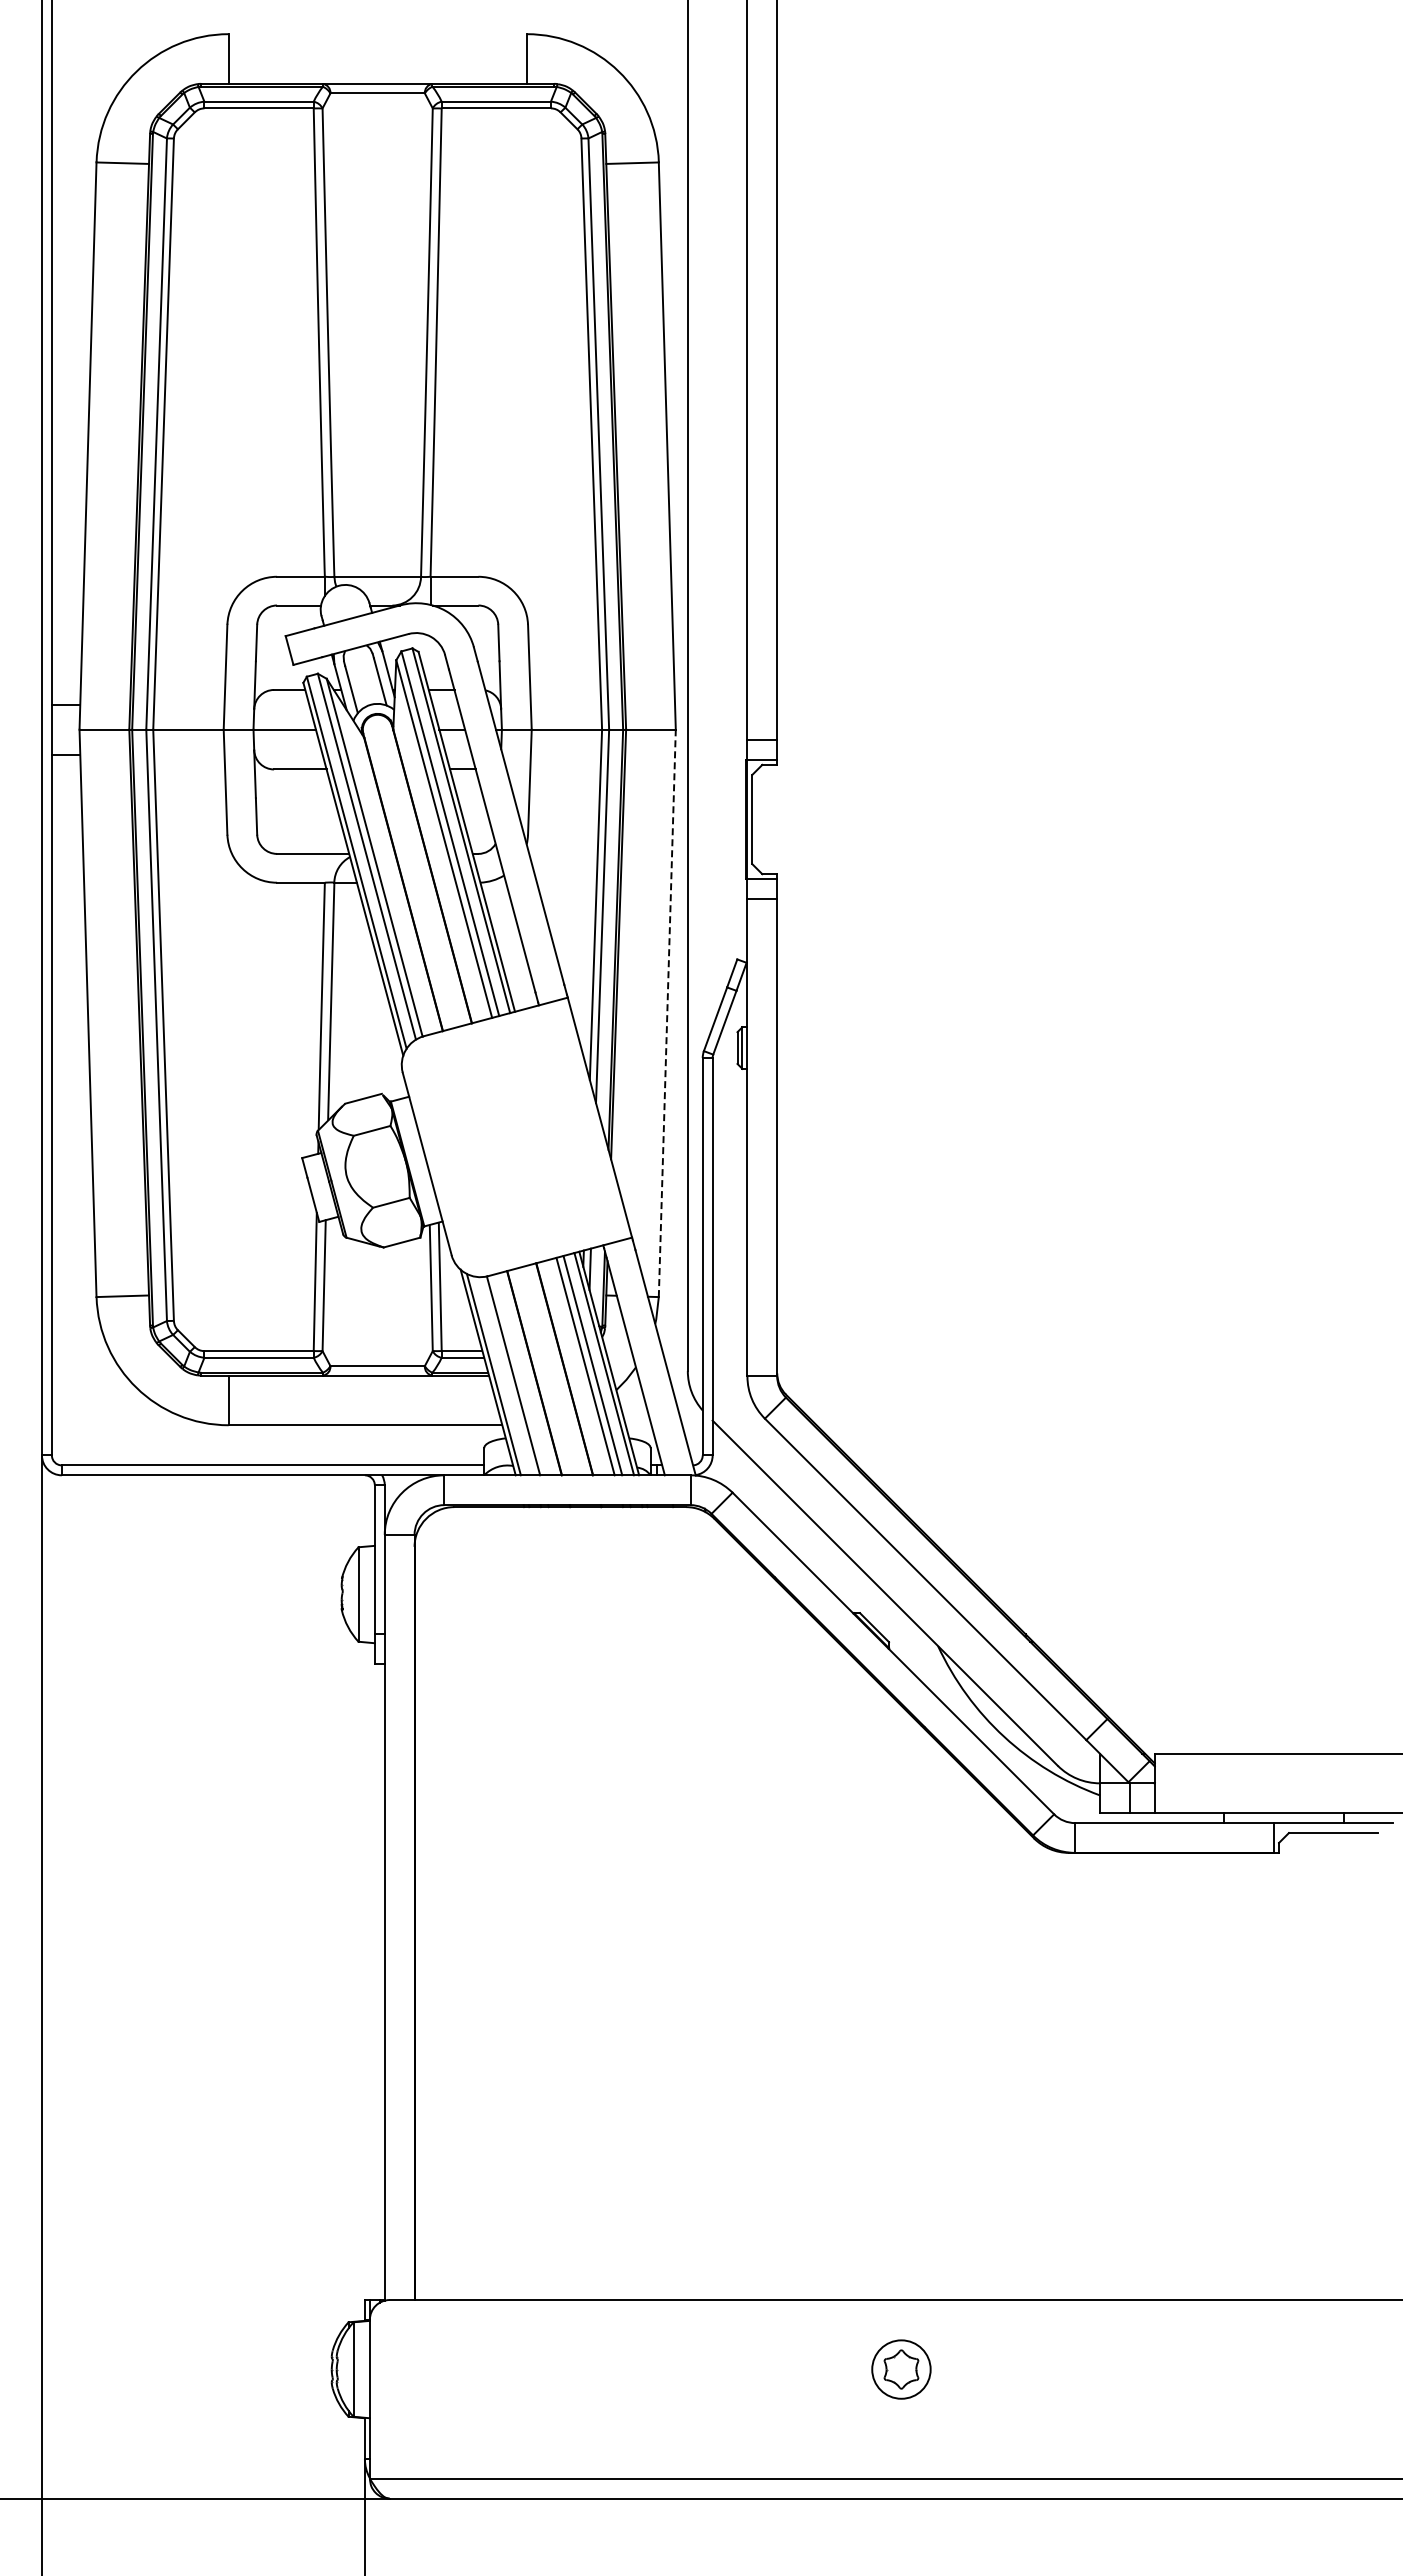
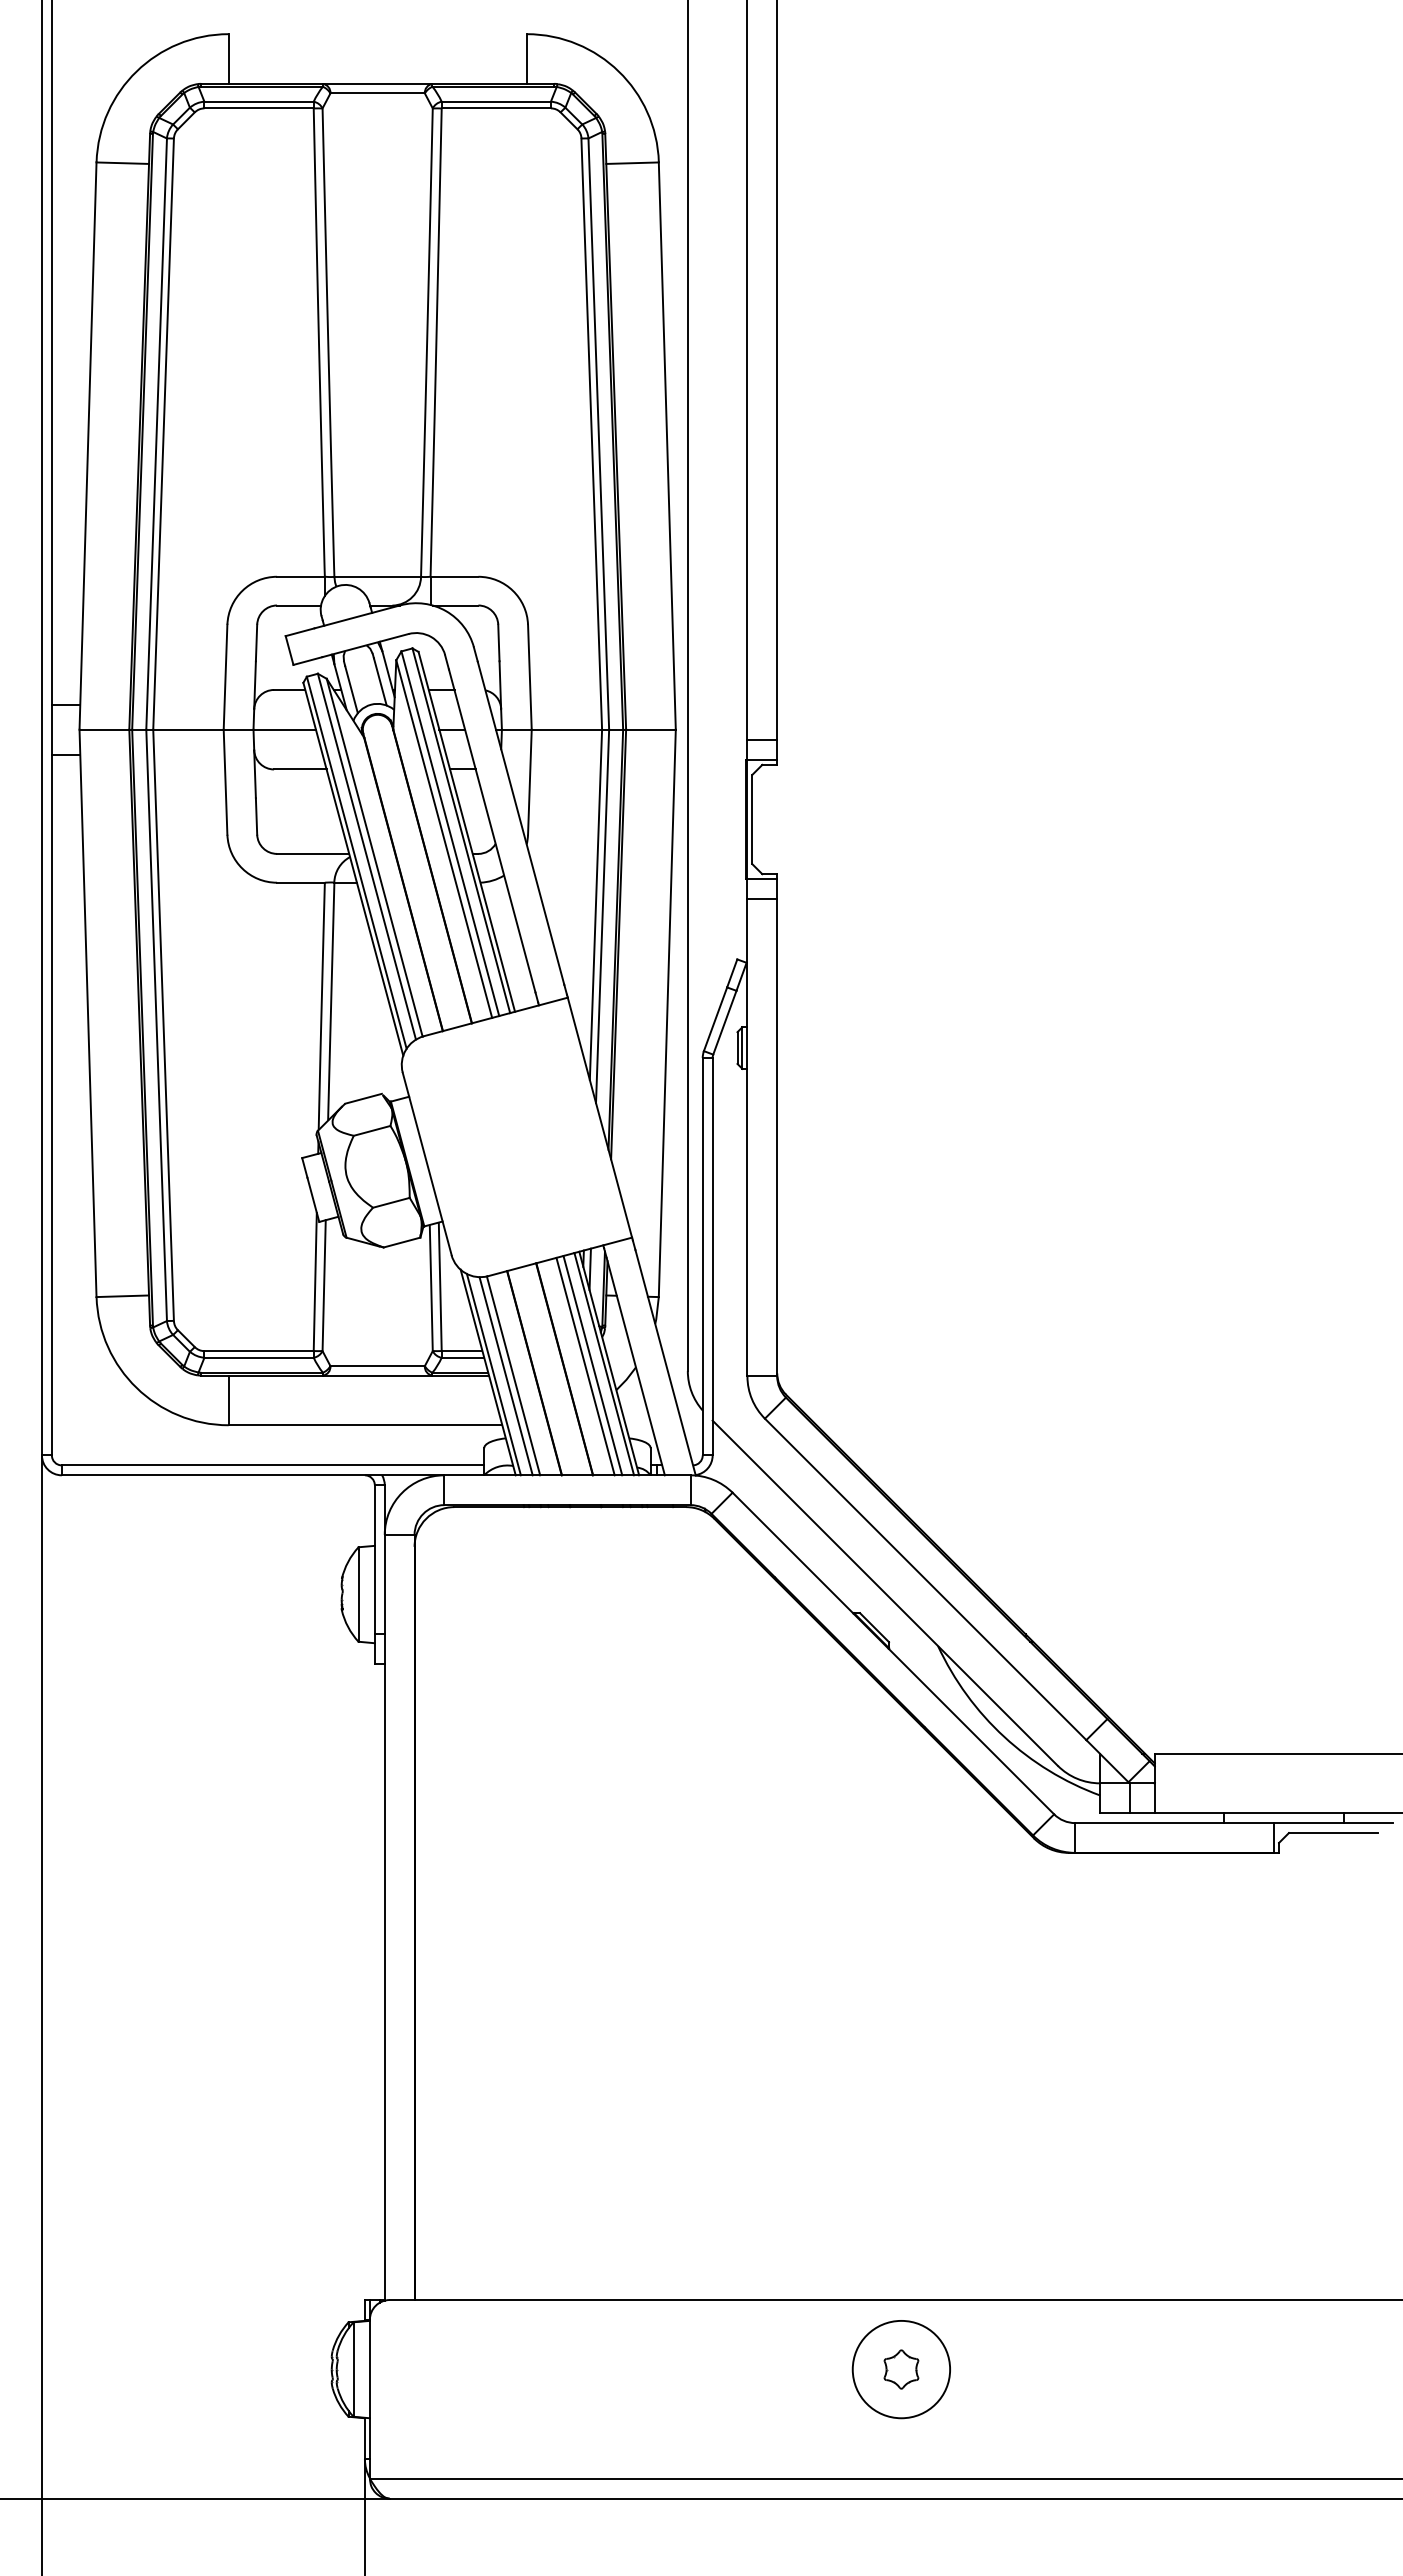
line at (667, 1013): dashed -> solid
line at (505, 1376): none -> present
circle at (901, 2369) diameter: 58 px -> 97 px
